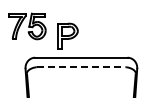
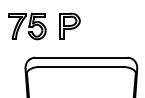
part at (67, 35) position: (67, 35) -> (69, 25)
line at (81, 67): dashed -> solid
